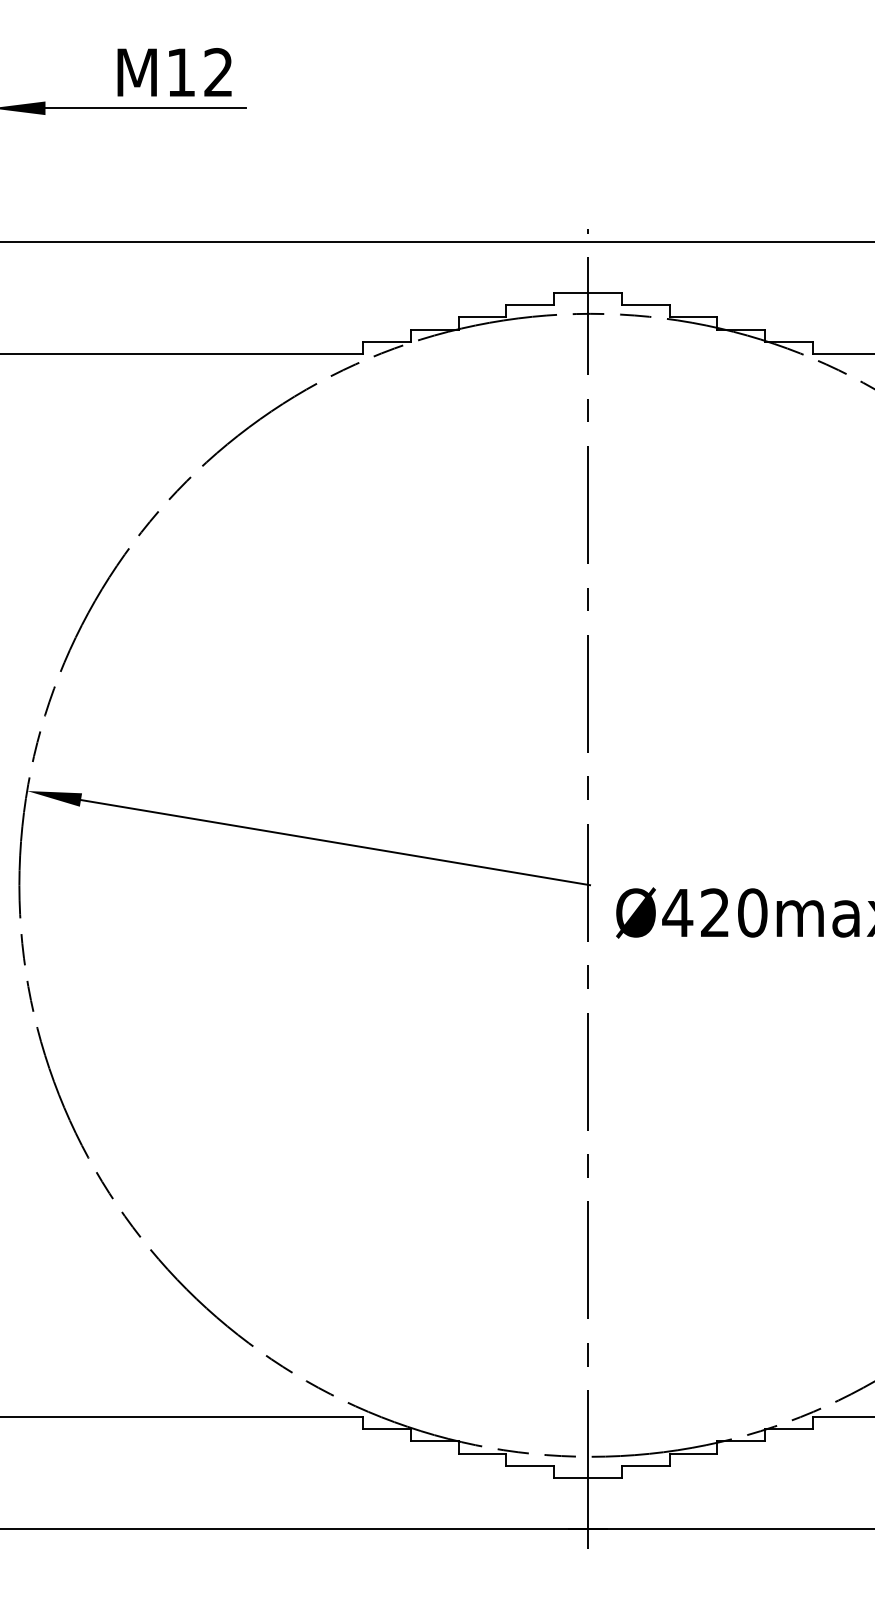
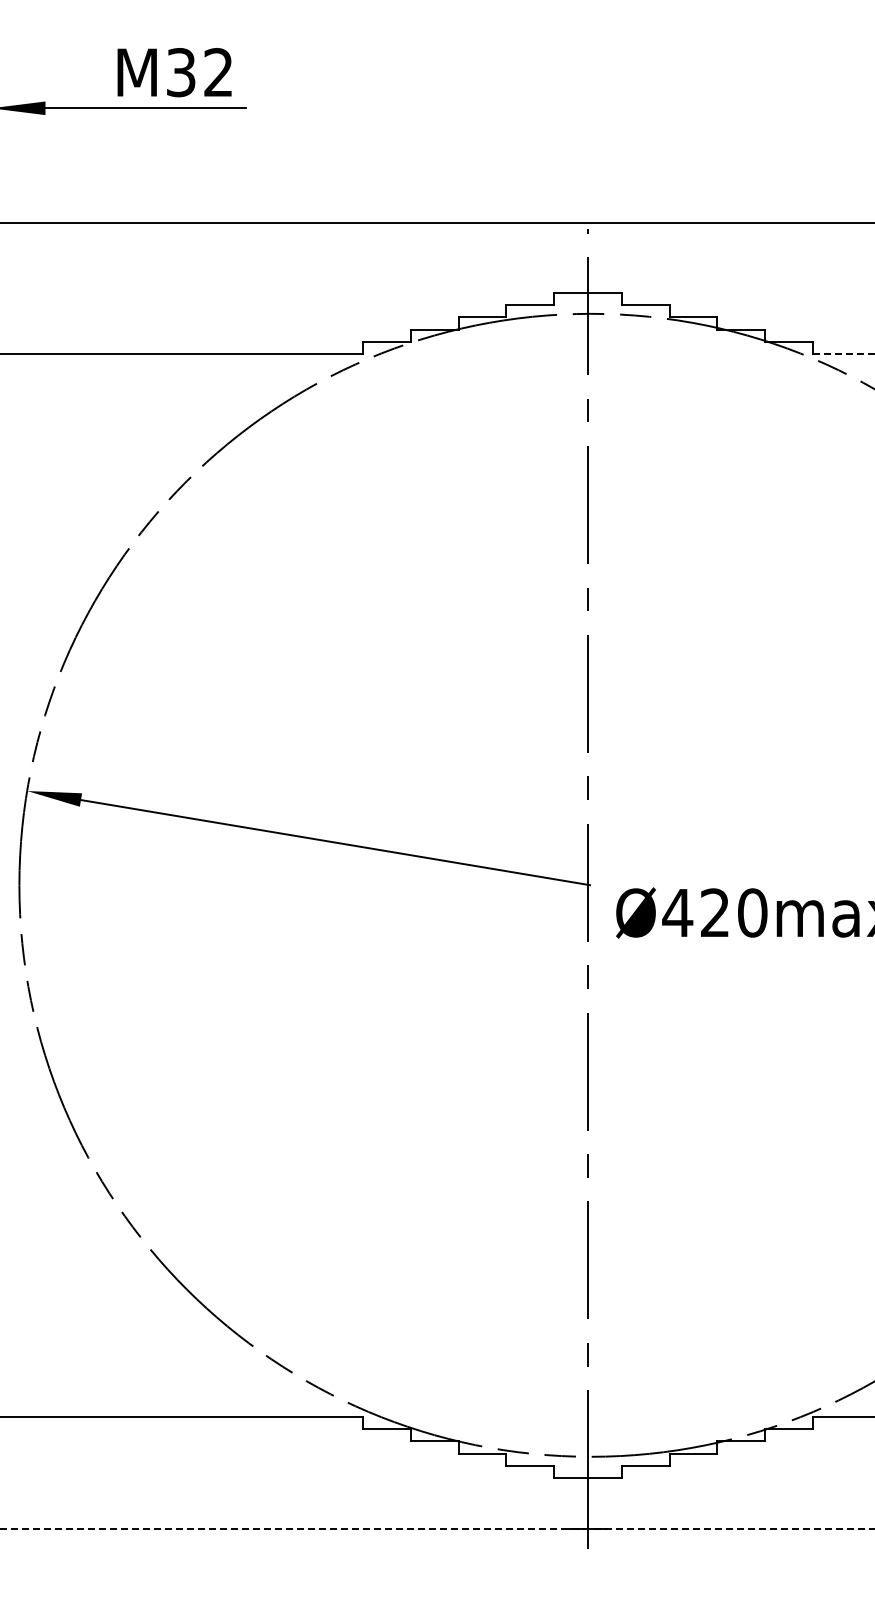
text at (181, 72): M12 -> M32
line at (436, 242) position: (436, 242) -> (436, 223)
line at (843, 354): solid -> dashed
line at (437, 1528): solid -> dashed
